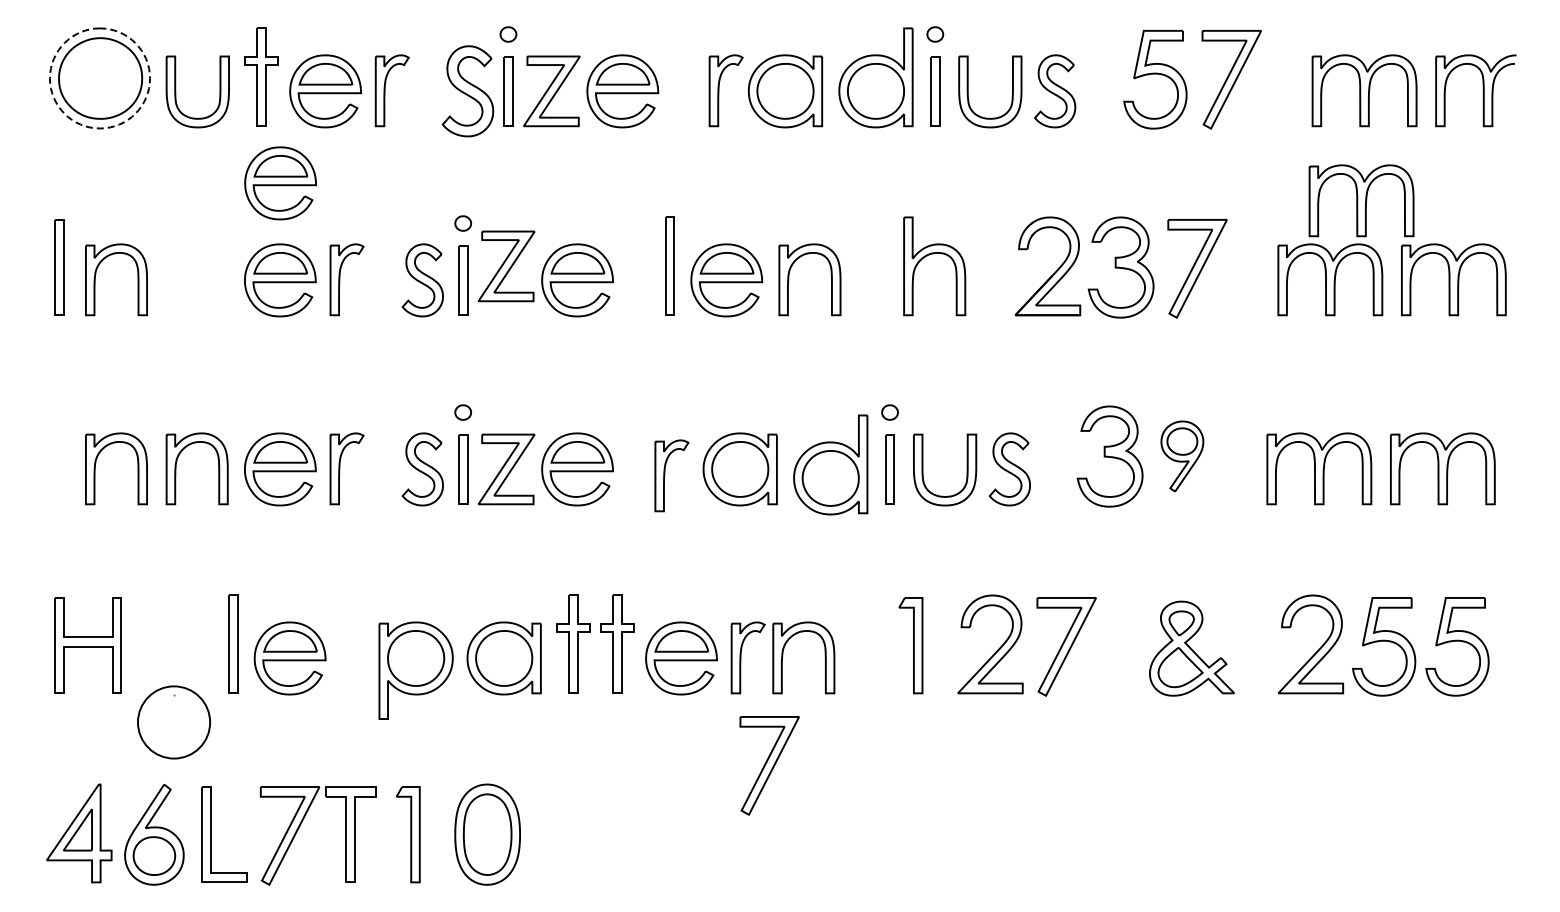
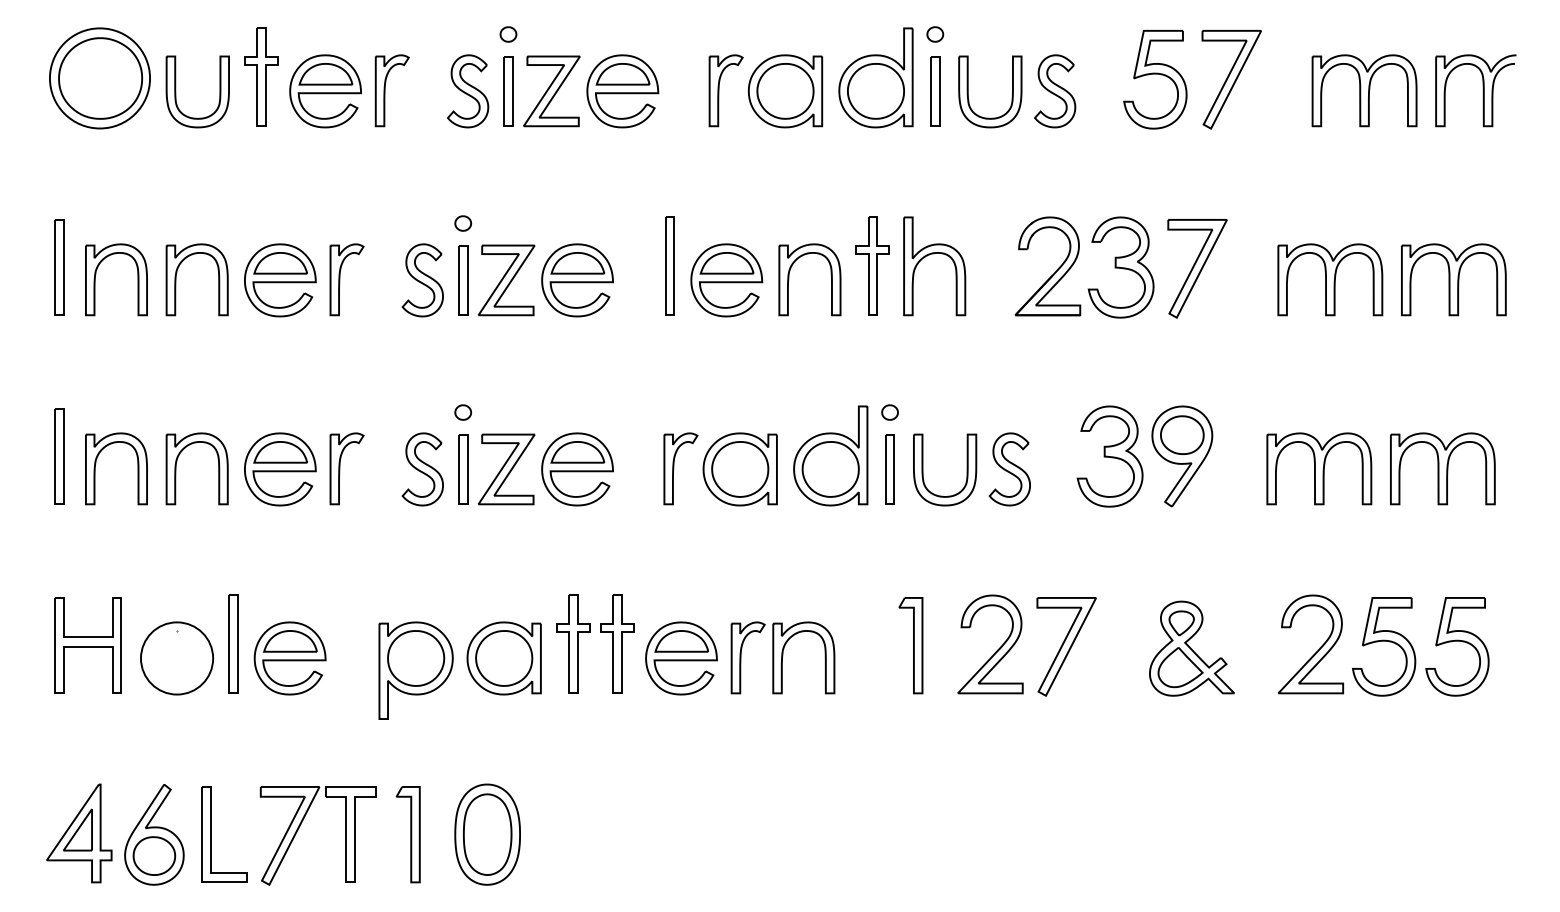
part at (467, 91) size: 54x93 px -> 43x75 px
arc at (100, 128): dashed -> solid
part at (280, 183): present -> none
part at (1361, 200): present -> none
part at (872, 265): none -> present
part at (506, 266) position: (506, 266) -> (506, 280)
part at (176, 279): none -> present
part at (59, 456): none -> present
part at (1182, 456) size: 45x73 px -> 63x103 px
part at (830, 464) position: (830, 464) -> (830, 455)
part at (671, 475) position: (671, 475) -> (680, 468)
part at (173, 722) position: (173, 722) -> (176, 658)
part at (769, 765): present -> none
